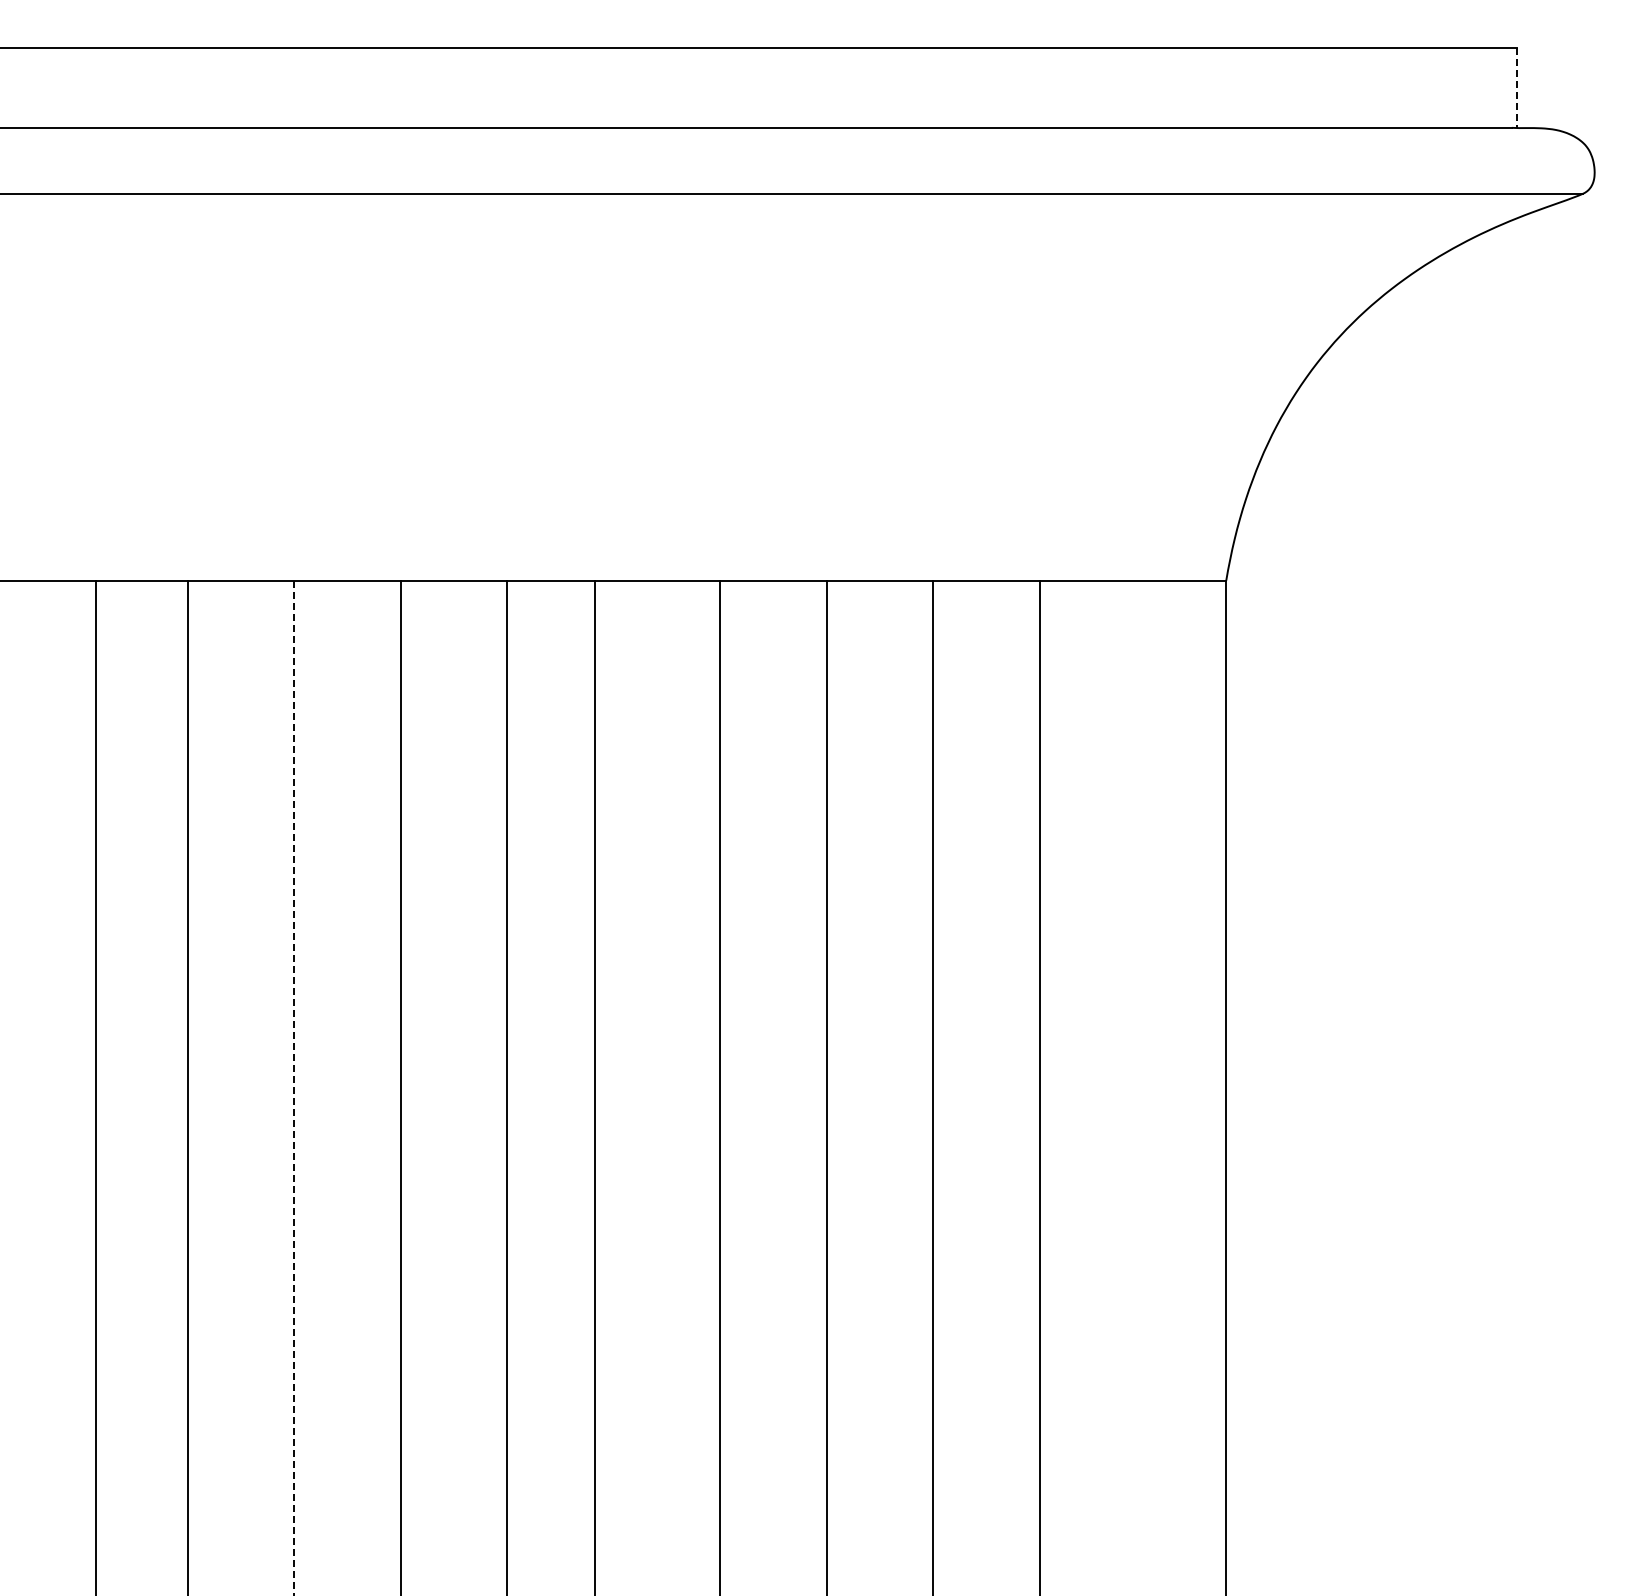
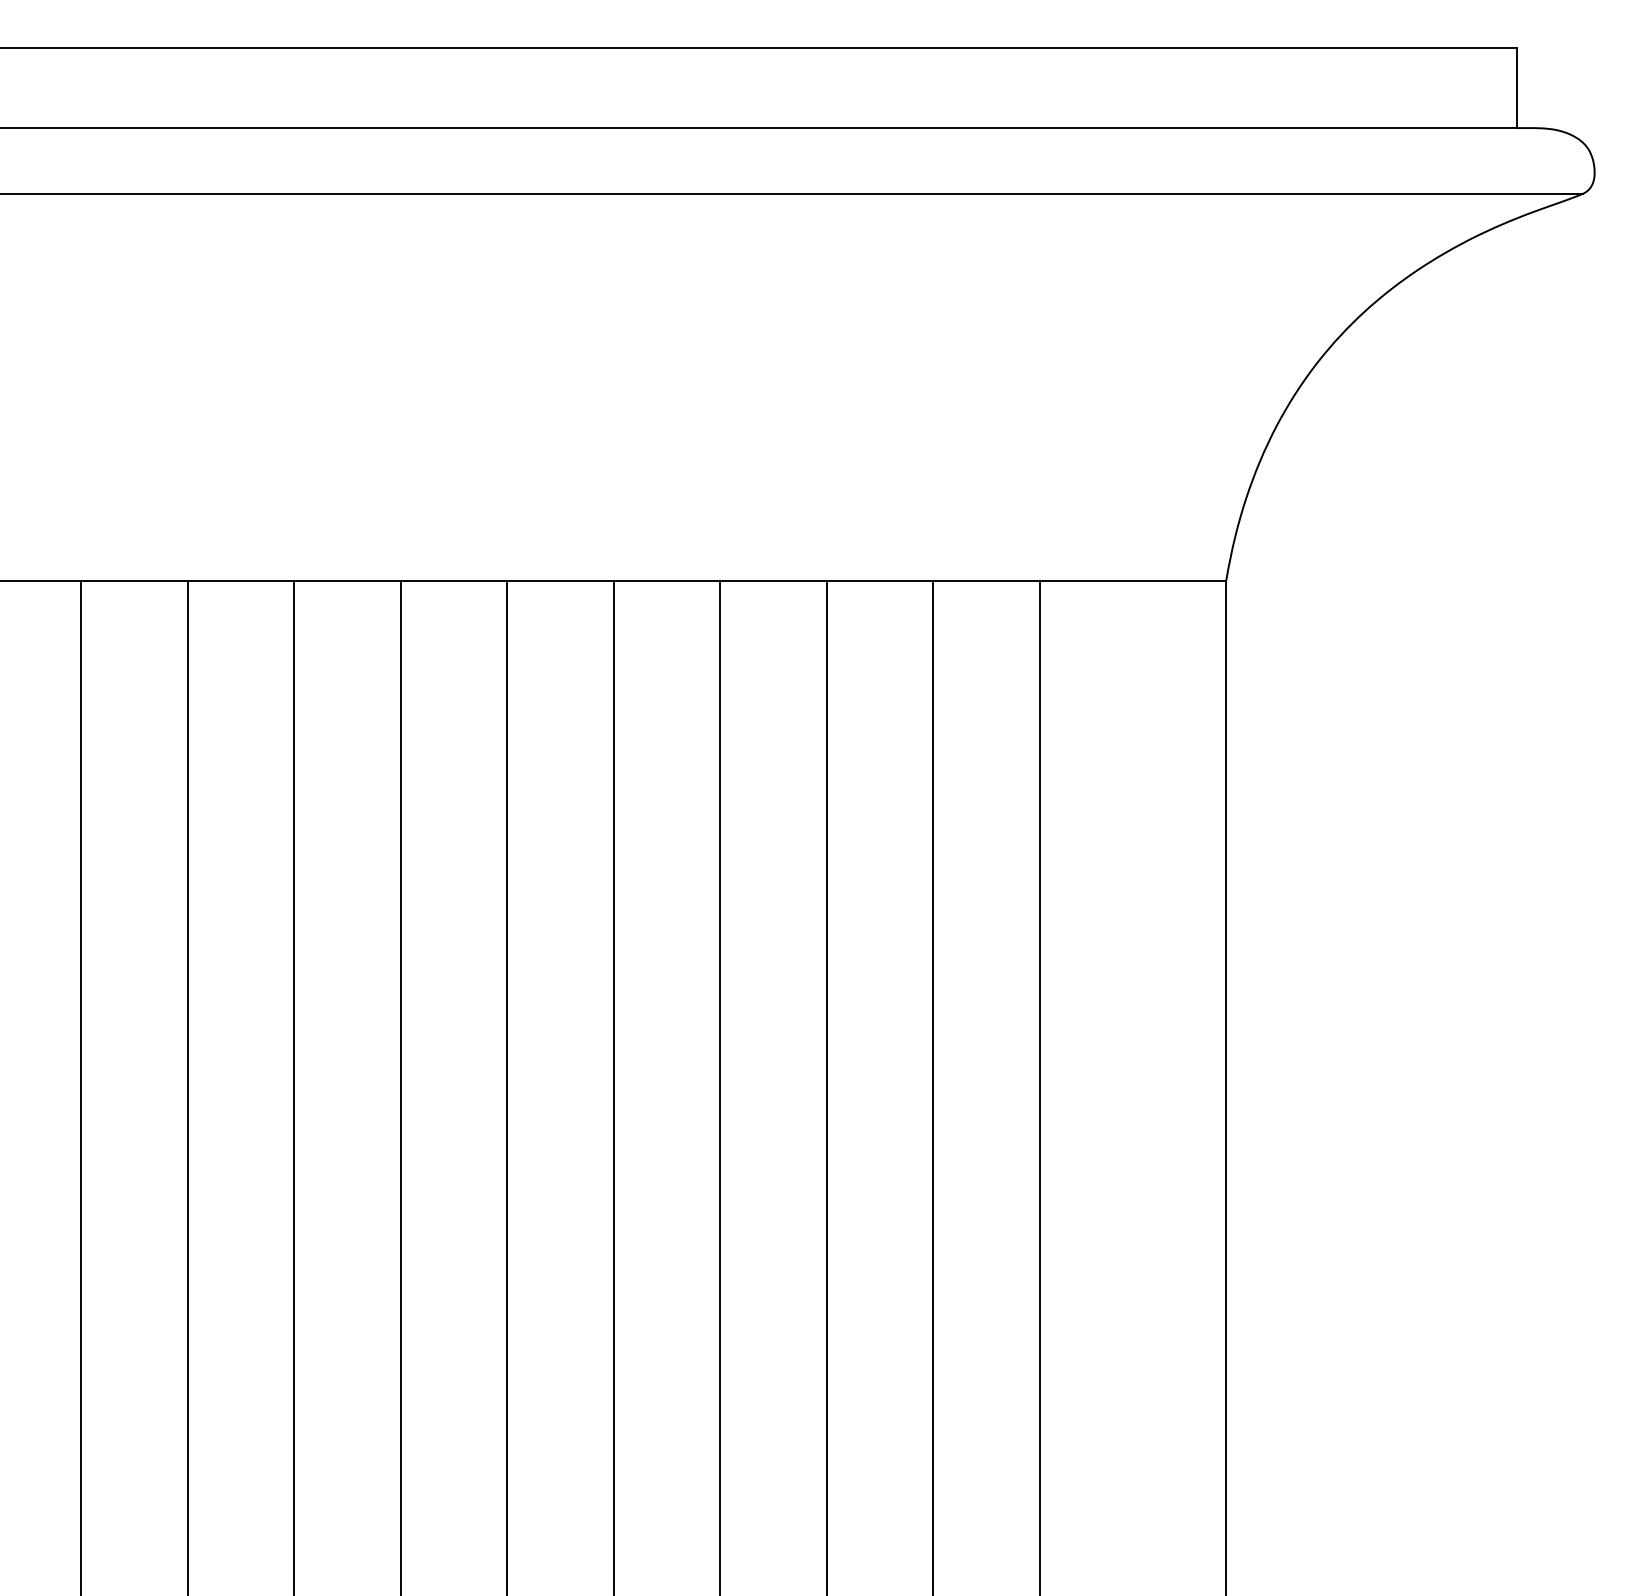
line at (1517, 87): dashed -> solid
line at (96, 1086) position: (96, 1086) -> (81, 1086)
line at (594, 1086) position: (594, 1086) -> (613, 1086)
line at (294, 1087): dashed -> solid
